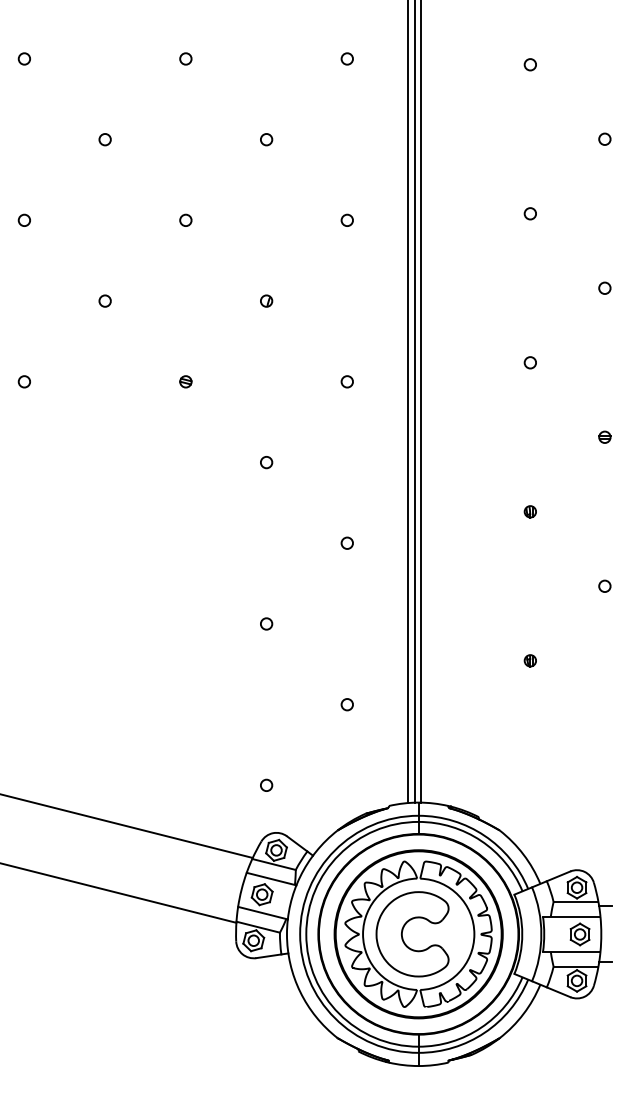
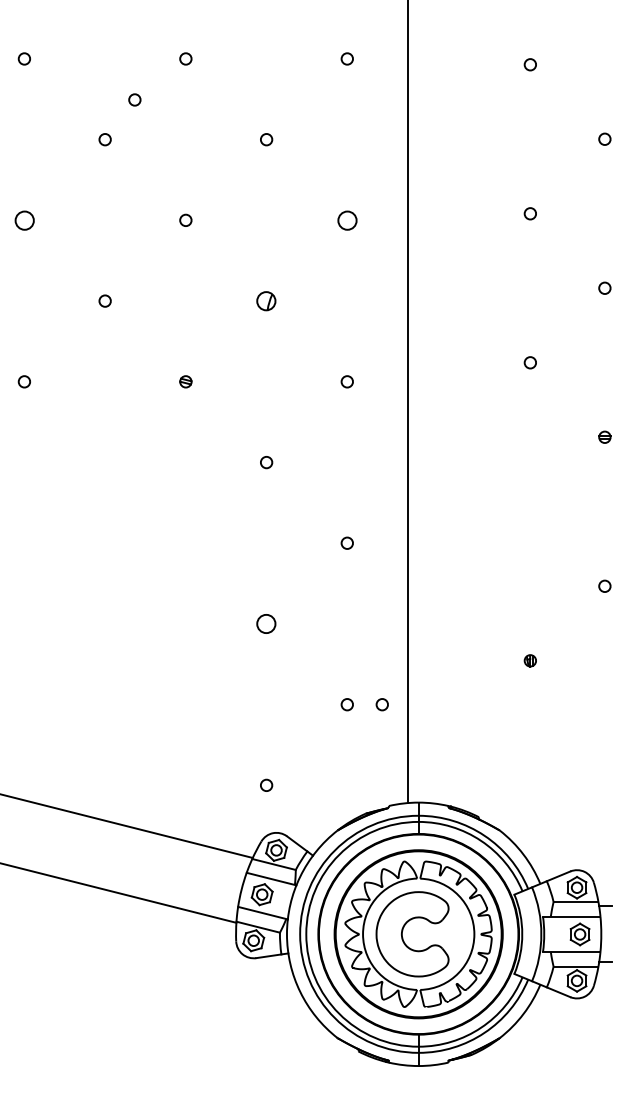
circle at (134, 99): none -> present
circle at (23, 219) size: 14x14 px -> 21x21 px
circle at (346, 219) size: 14x14 px -> 21x21 px
part at (266, 300) size: 14x14 px -> 21x21 px
line at (414, 402): present -> none
line at (421, 402): present -> none
part at (529, 511): present -> none
circle at (266, 623) size: 14x14 px -> 21x20 px
circle at (381, 704): none -> present
